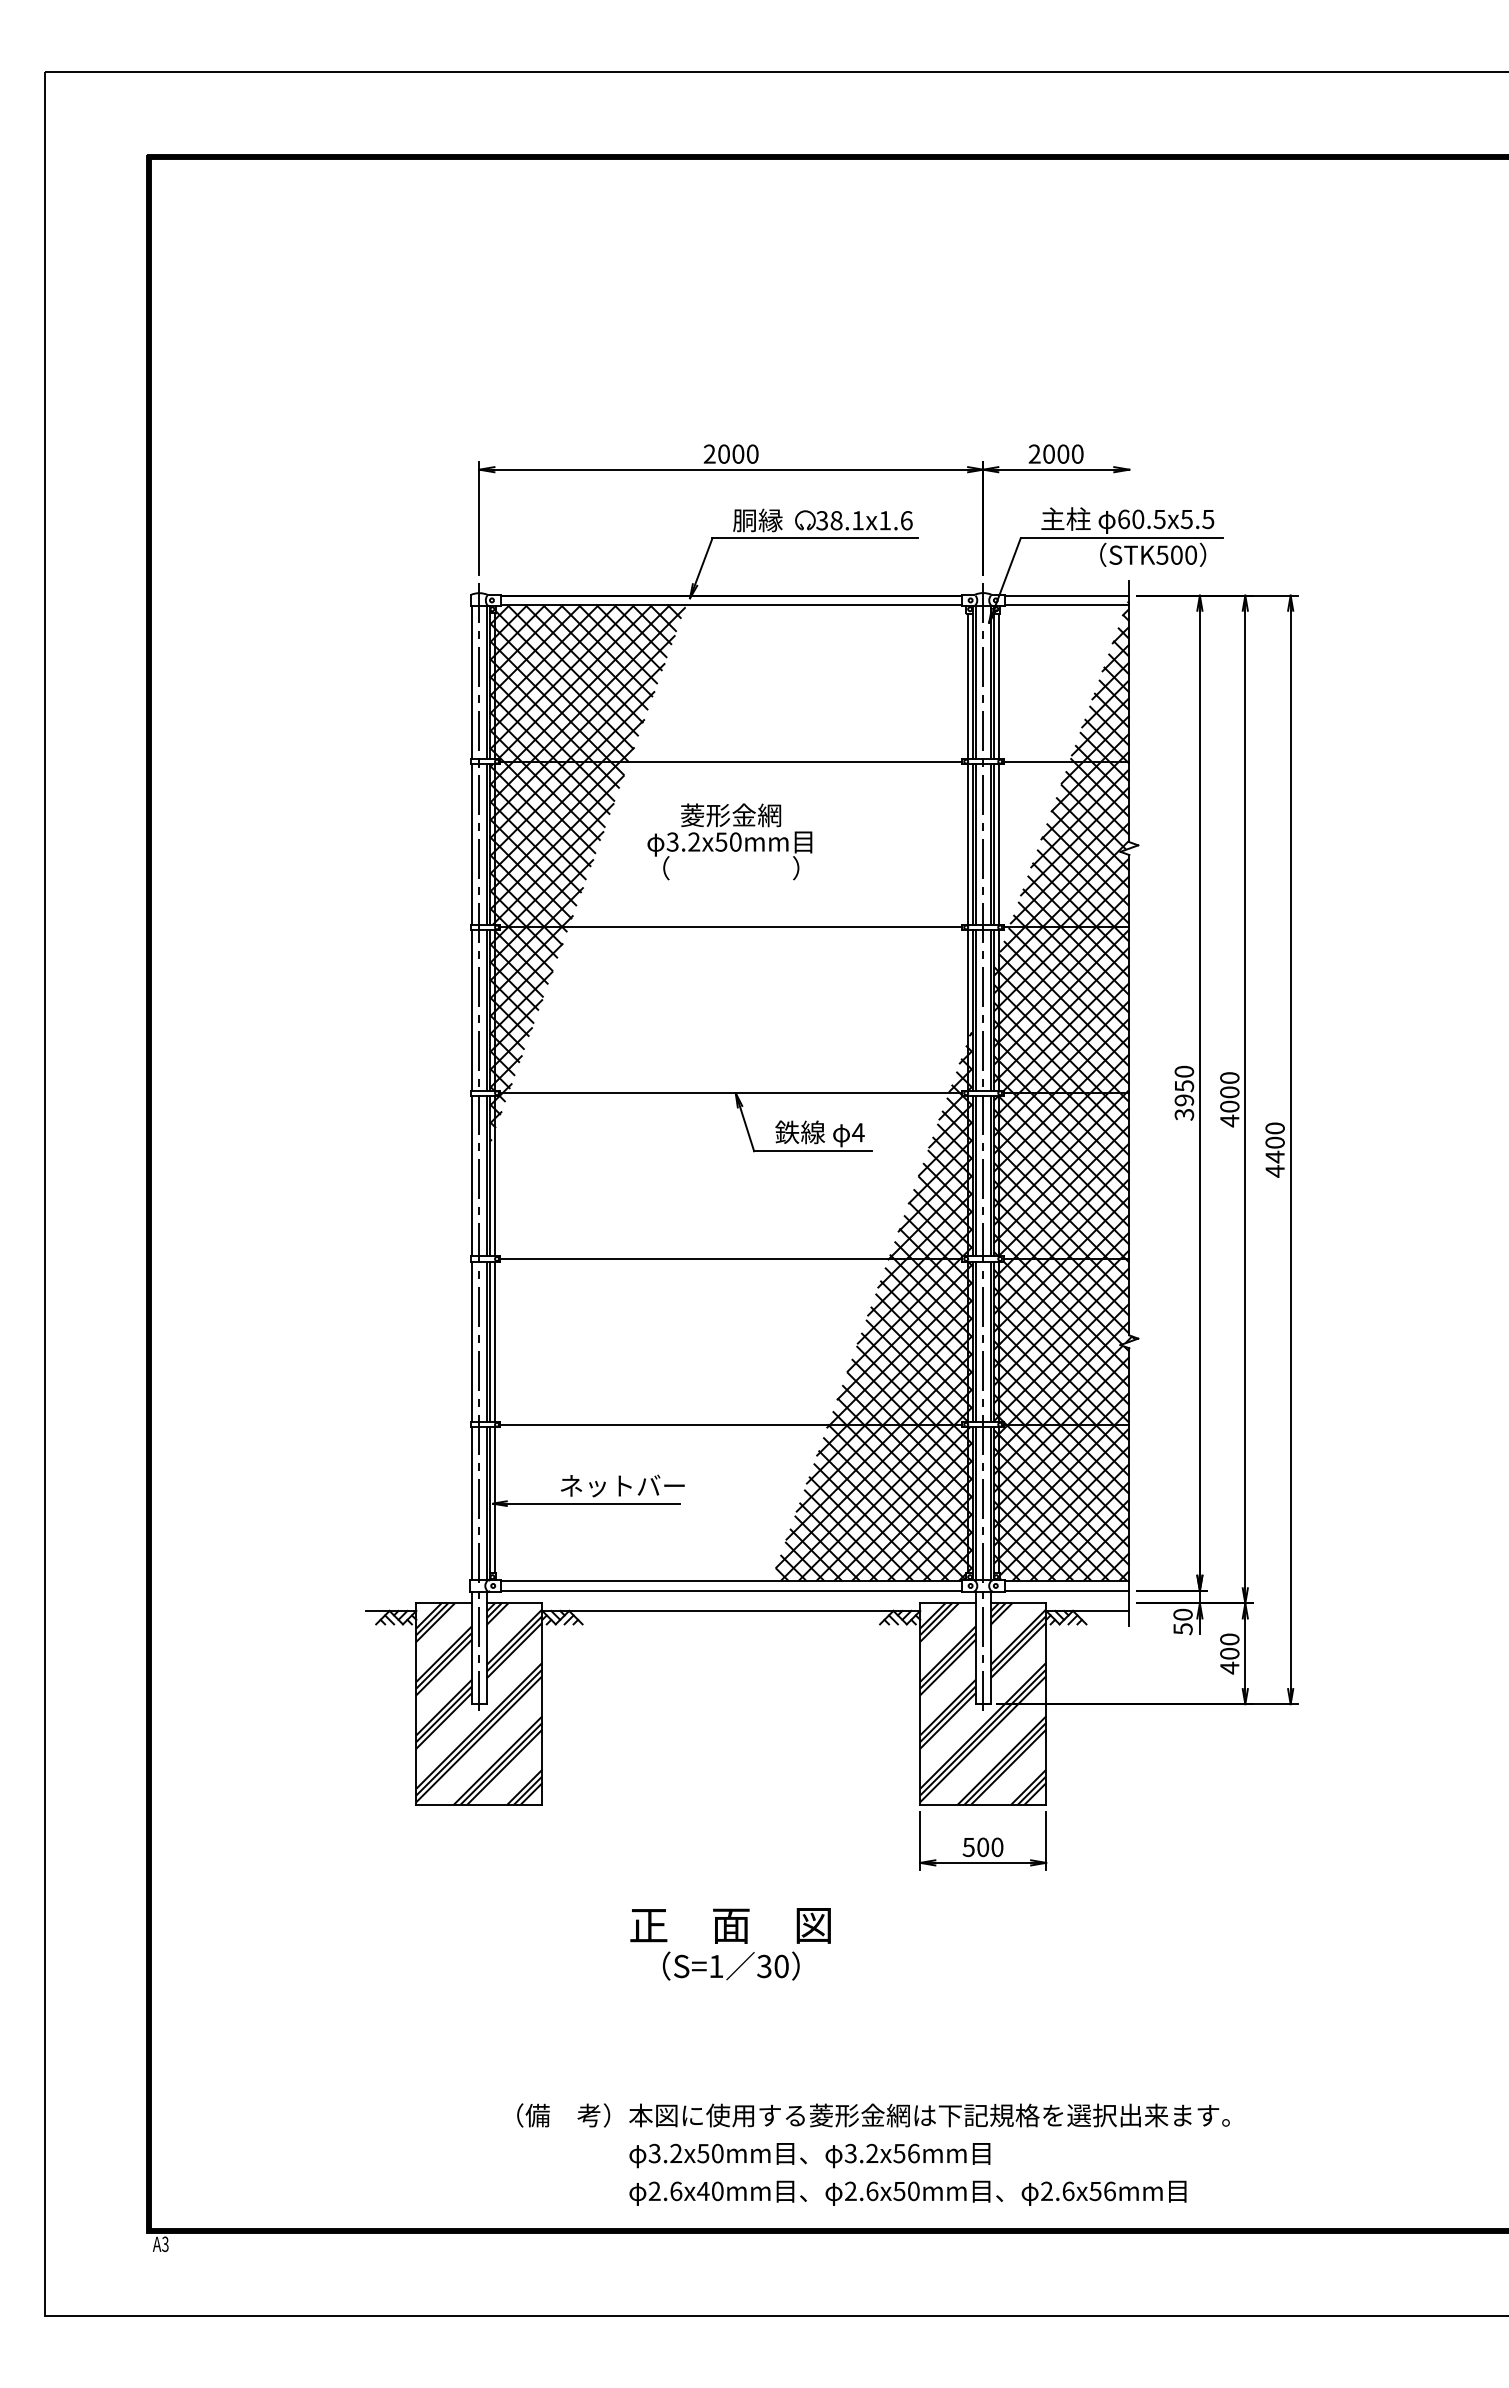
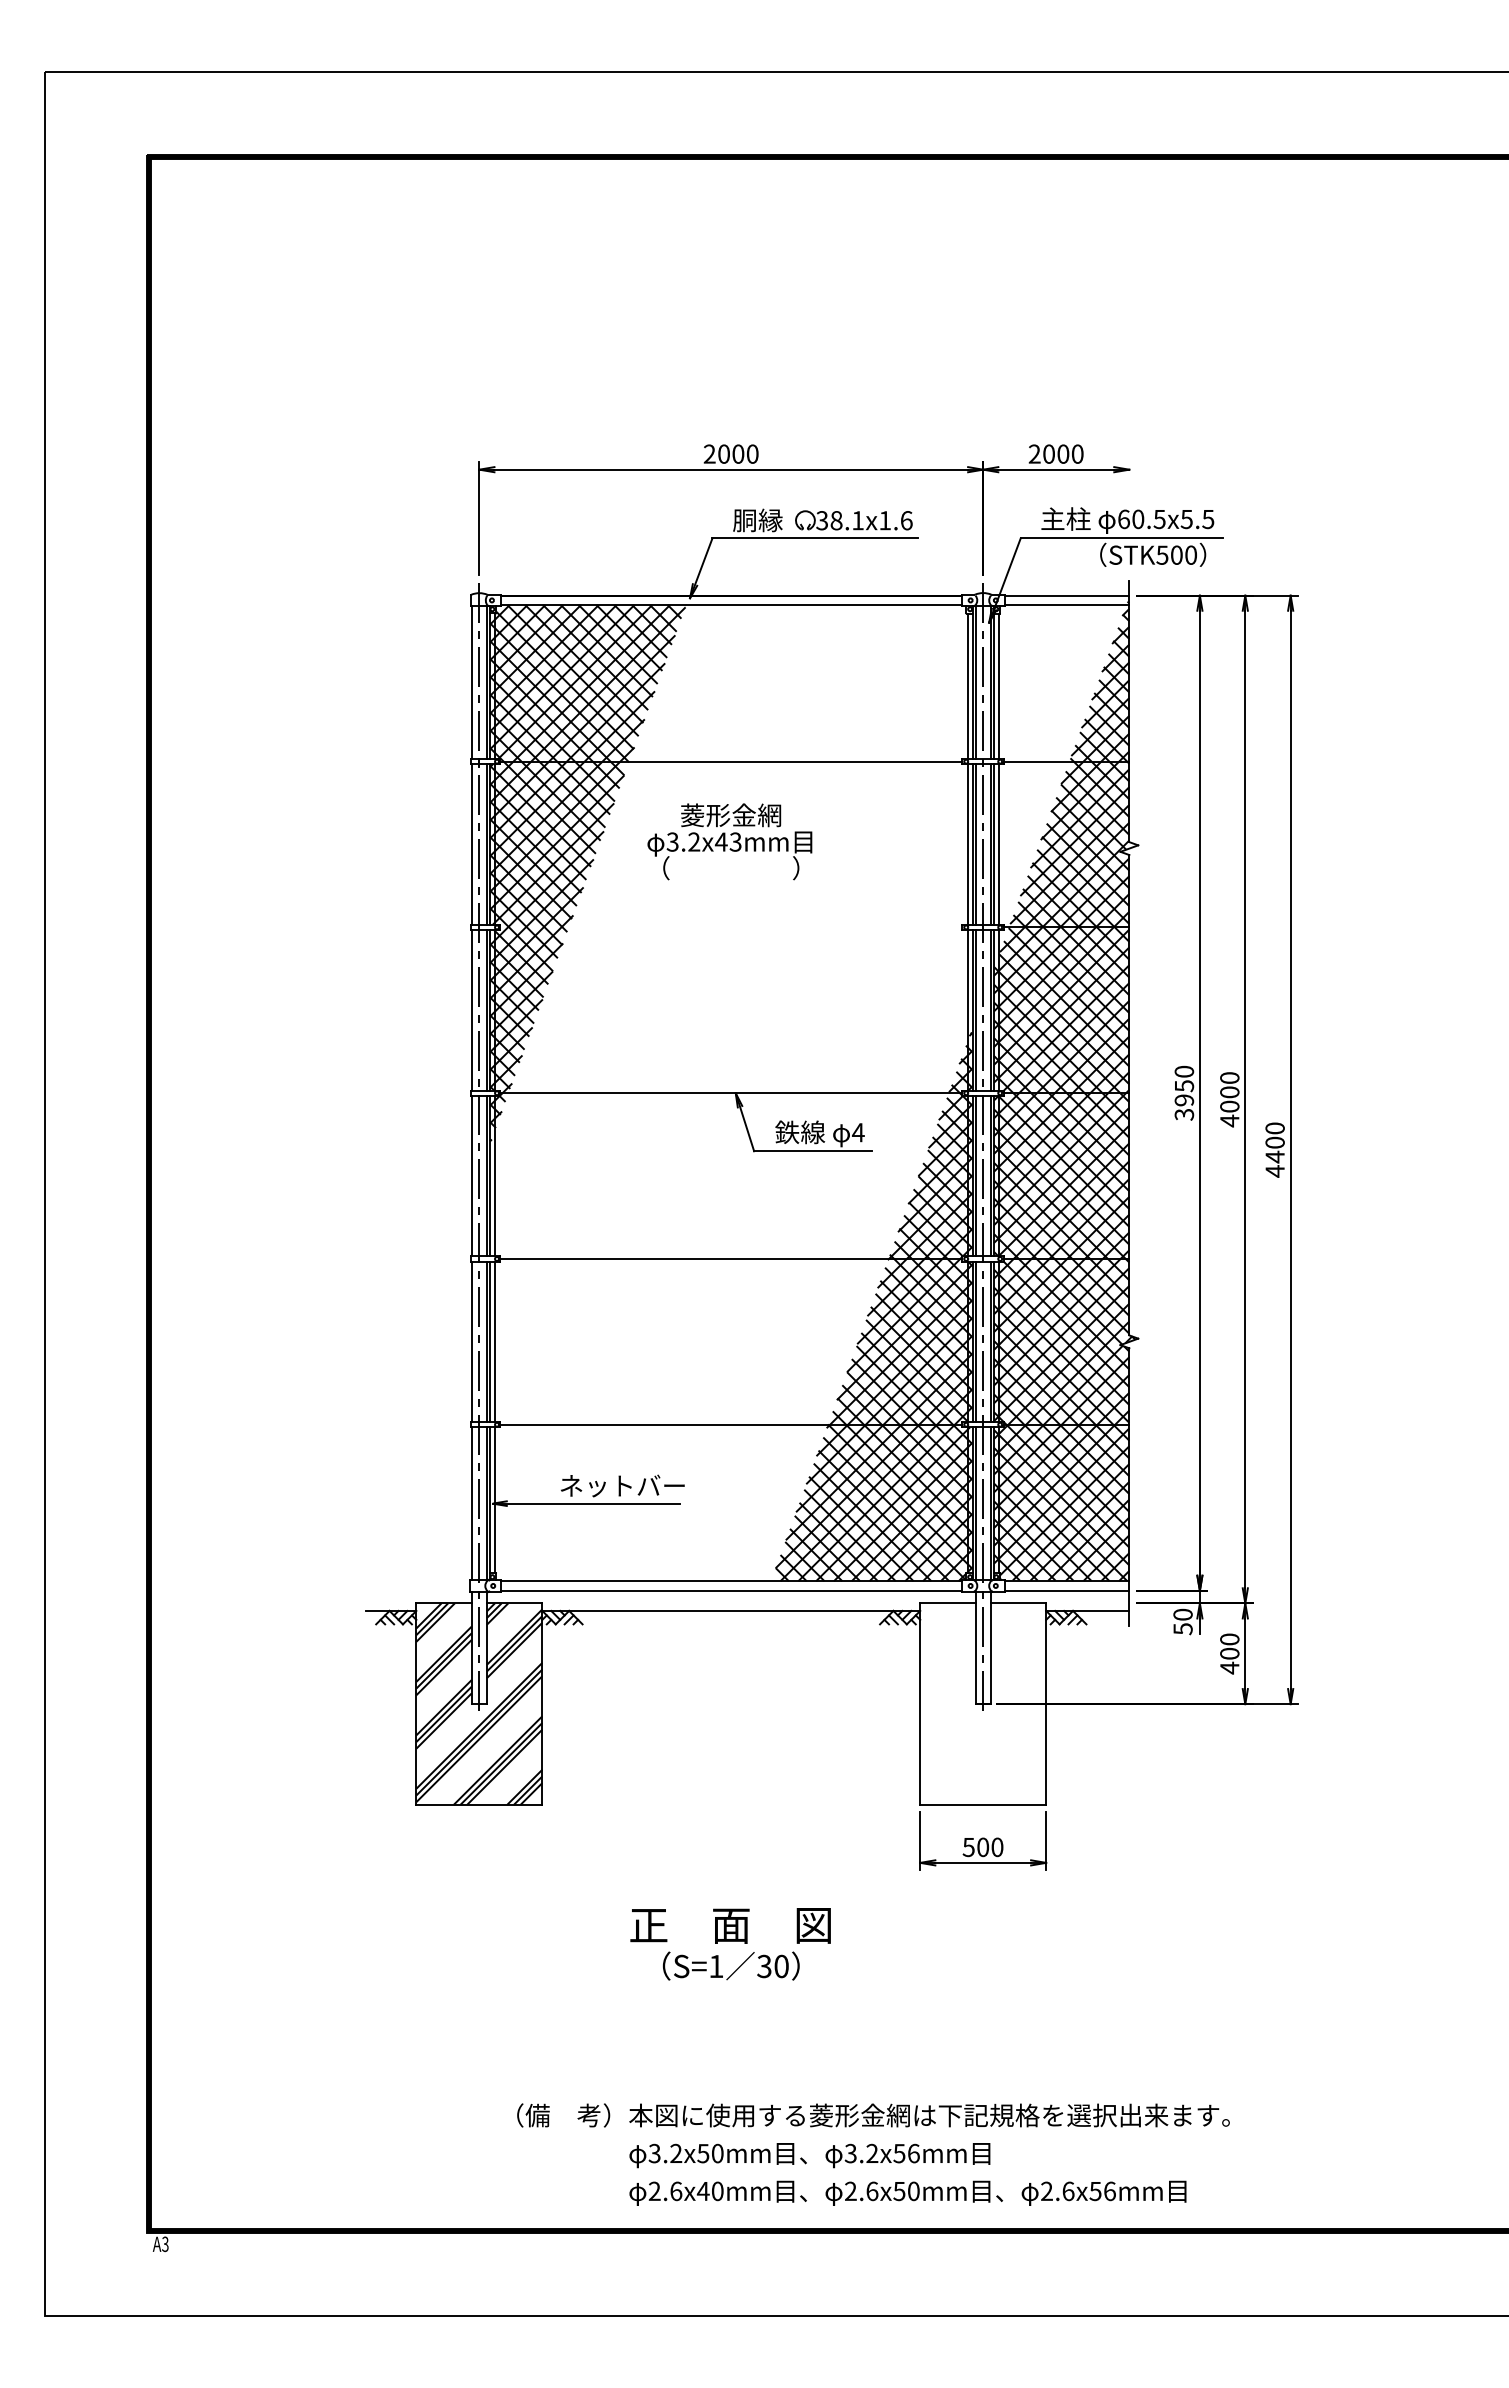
text at (727, 841): 3.2x50mm -> 3.2x43mm
line at (731, 927): present -> none
hatch at (983, 1703): present -> none
